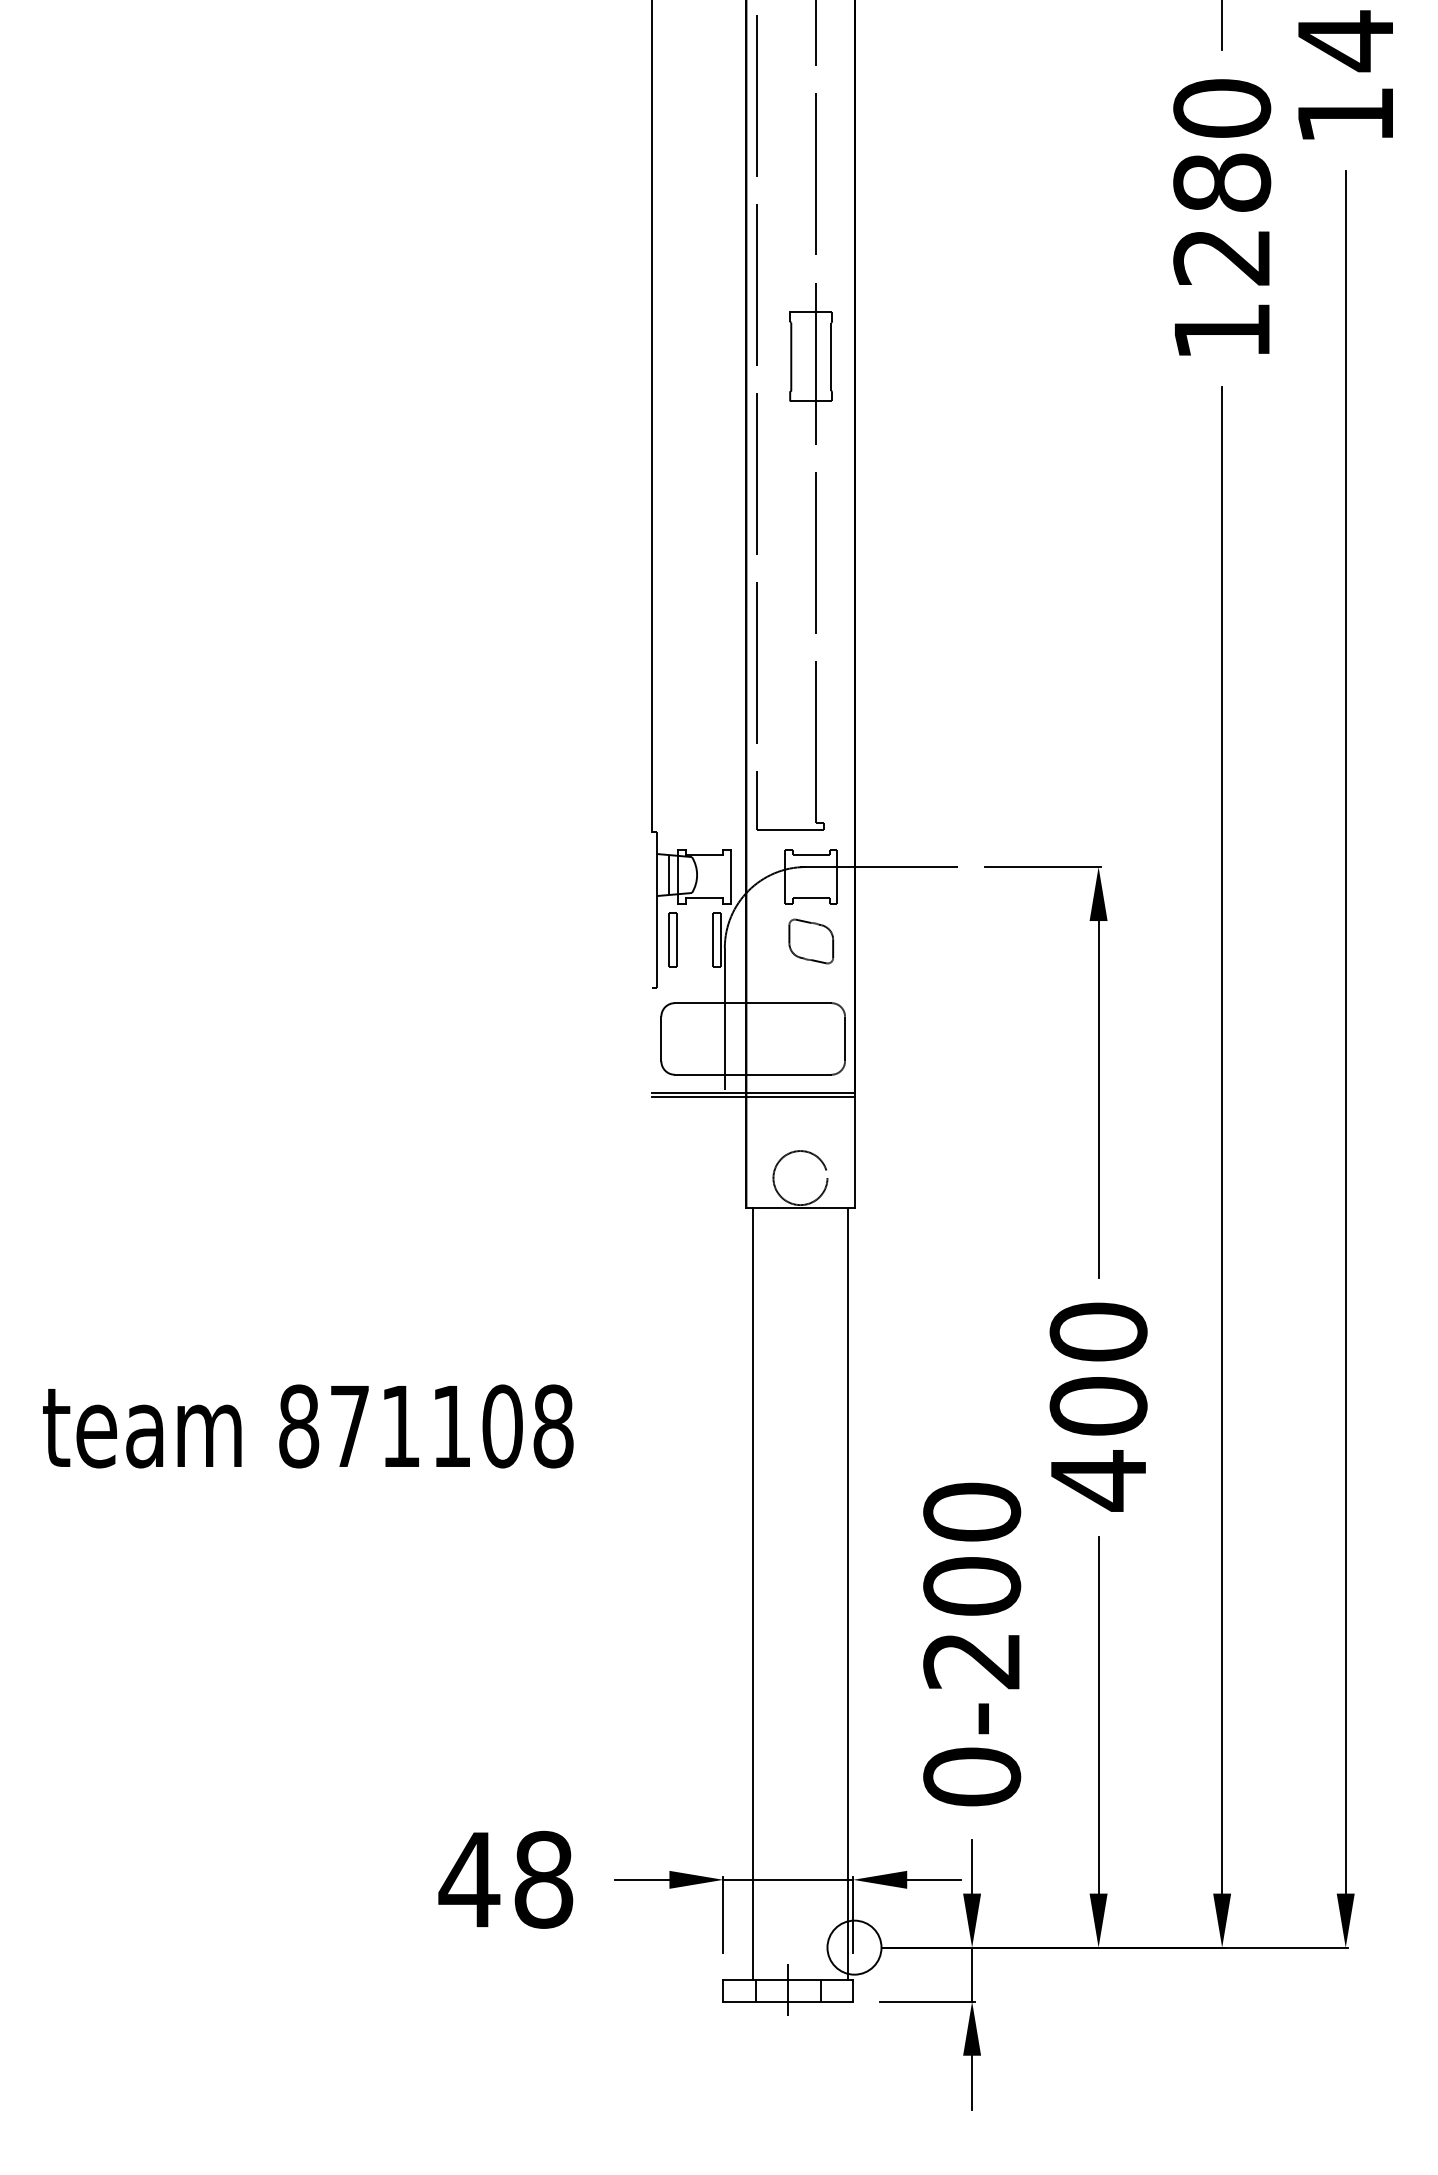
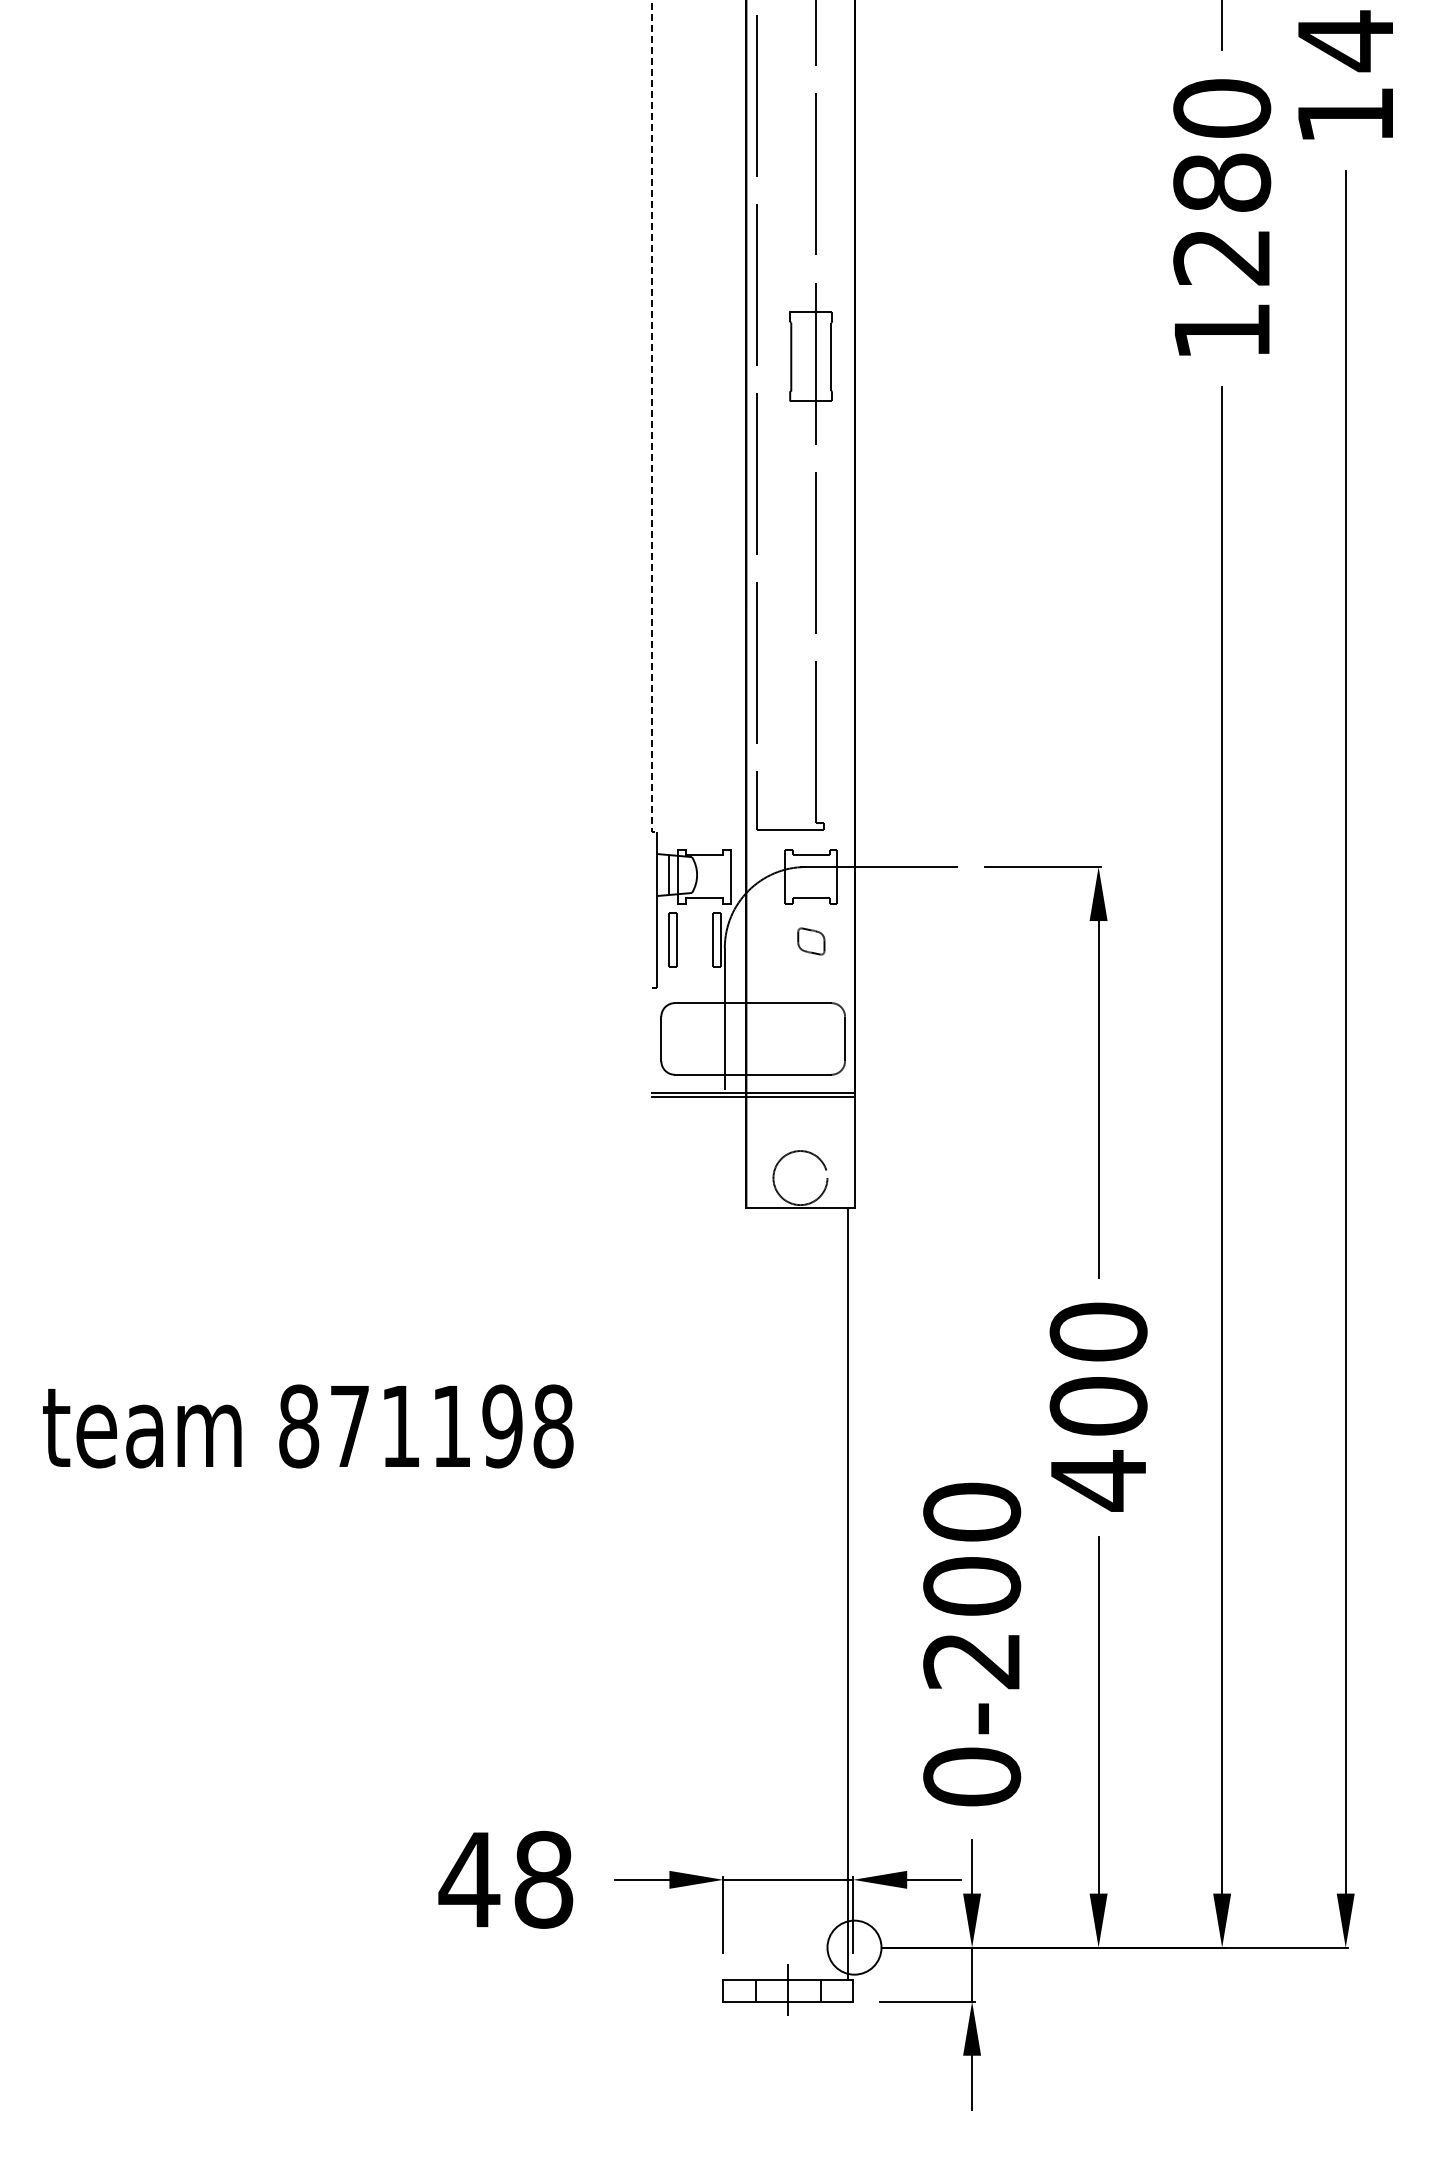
line at (651, 420): solid -> dashed
part at (811, 941) size: 47x47 px -> 29x29 px
text at (502, 1426): 871108 -> 871198
line at (753, 1593): present -> none
